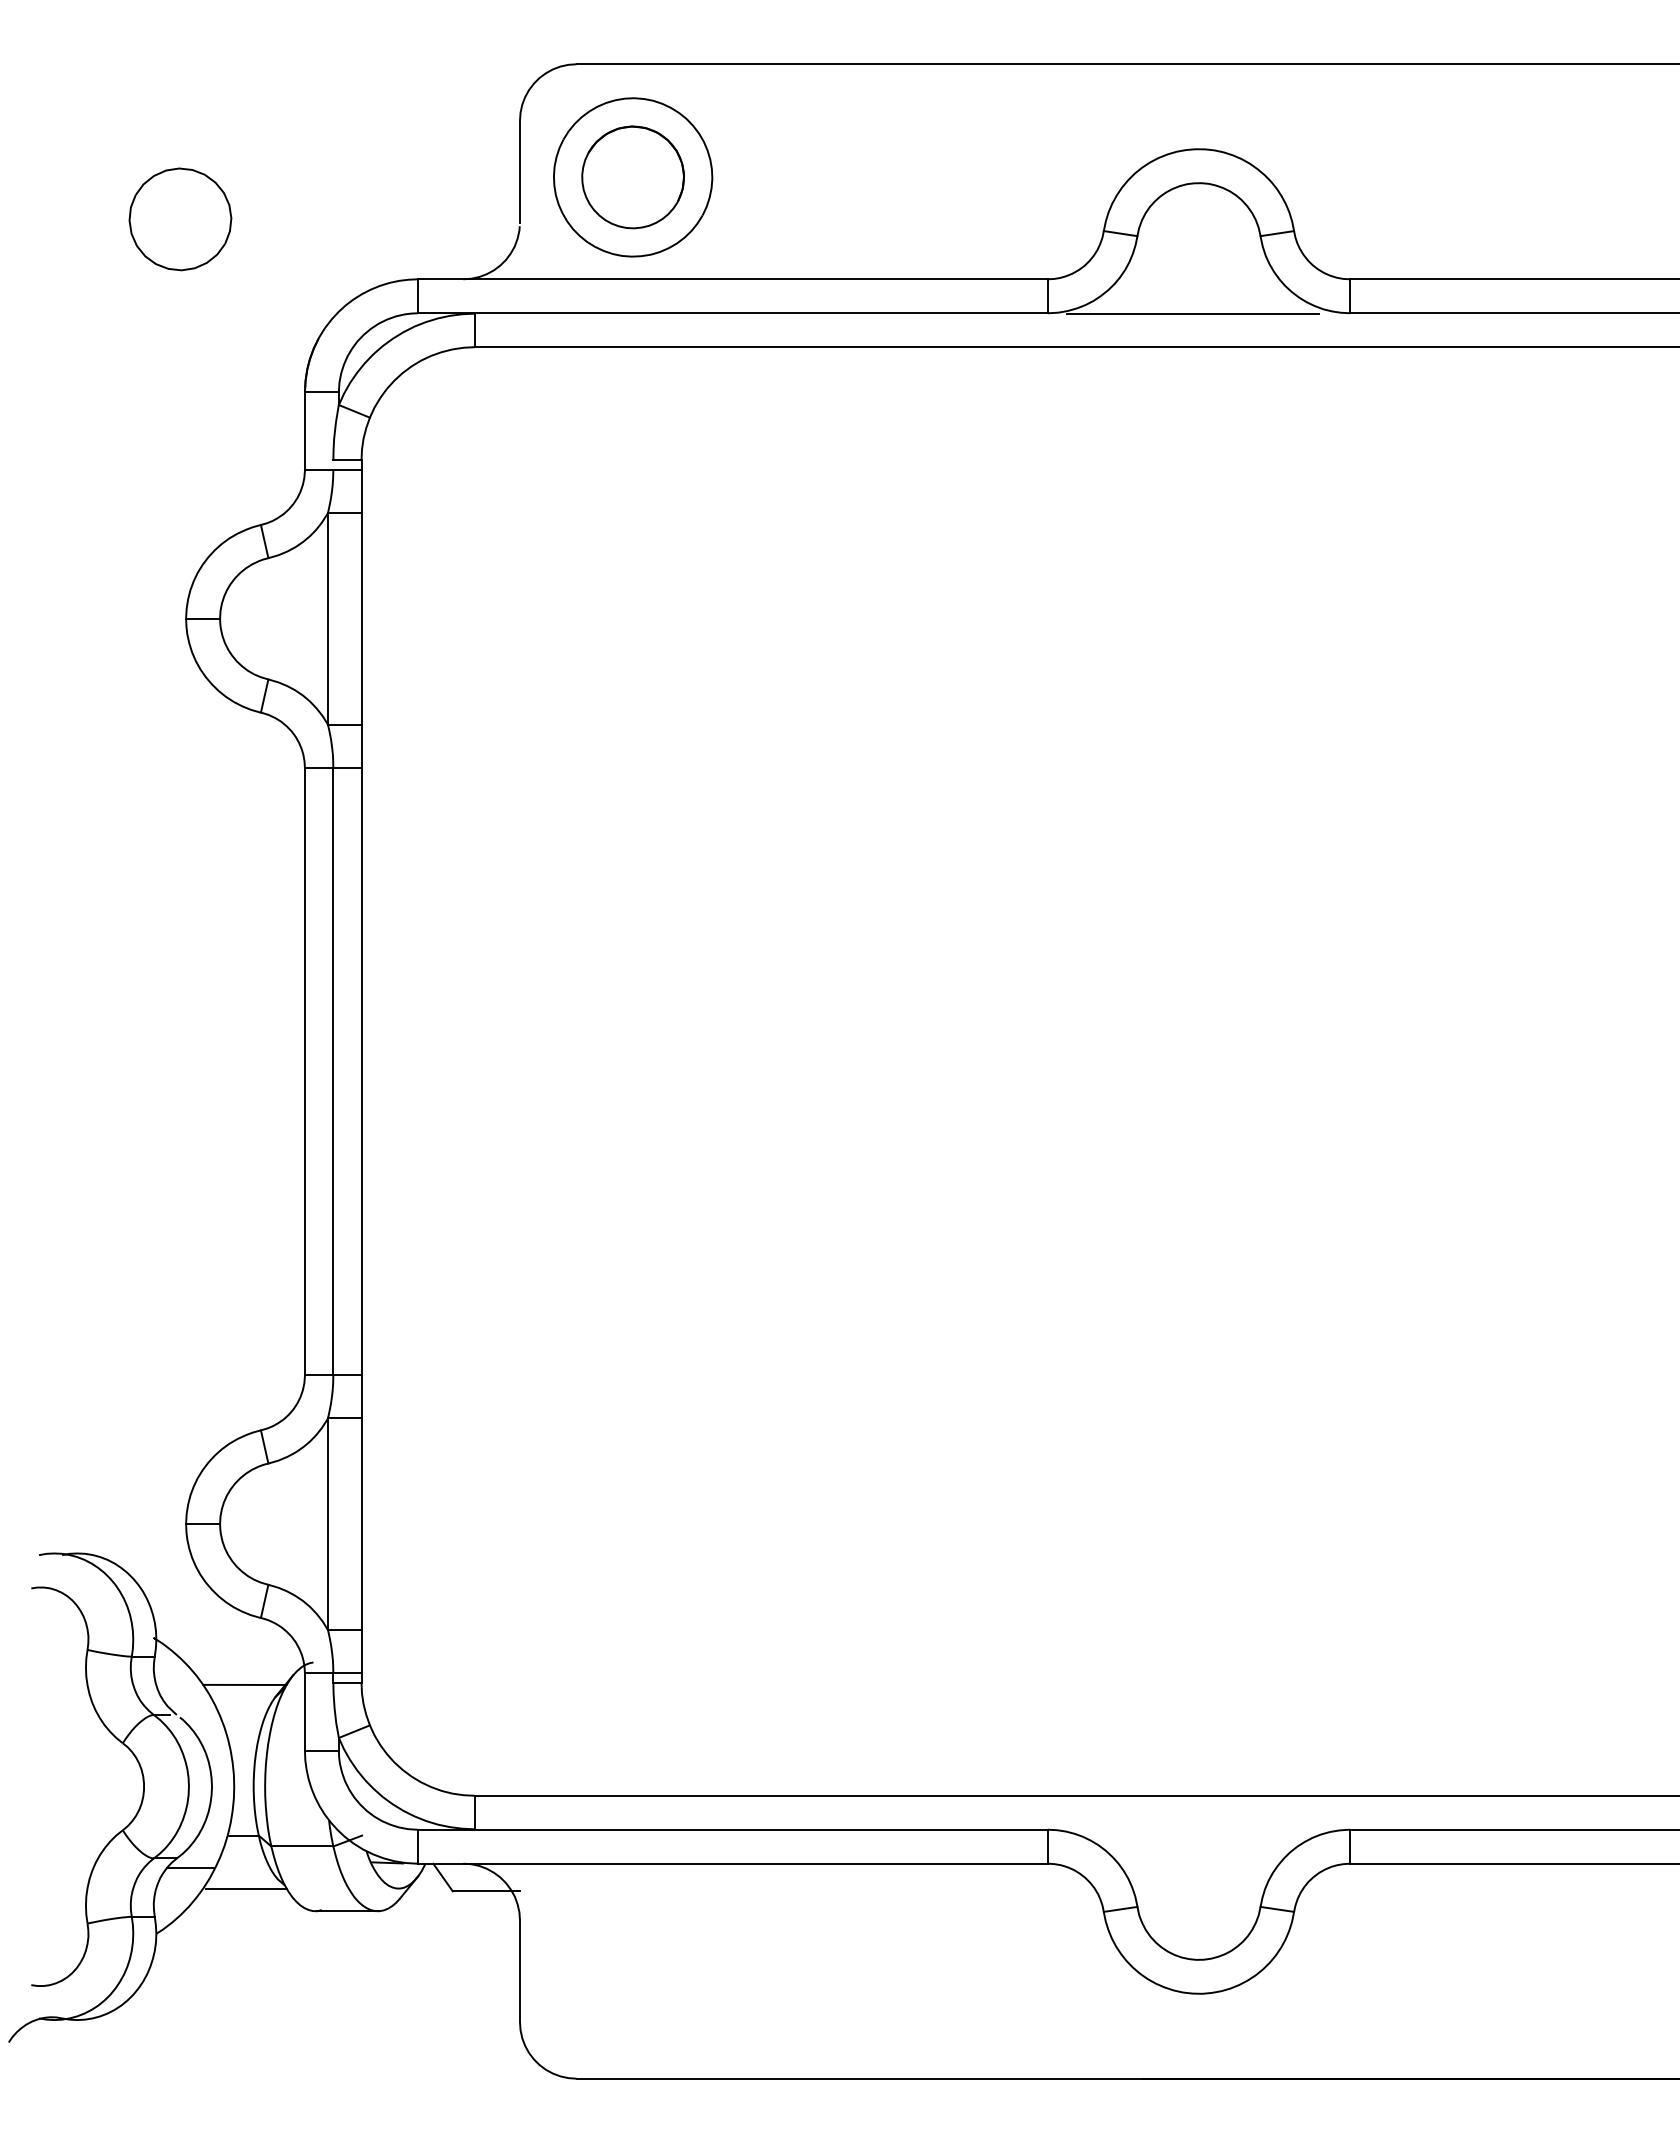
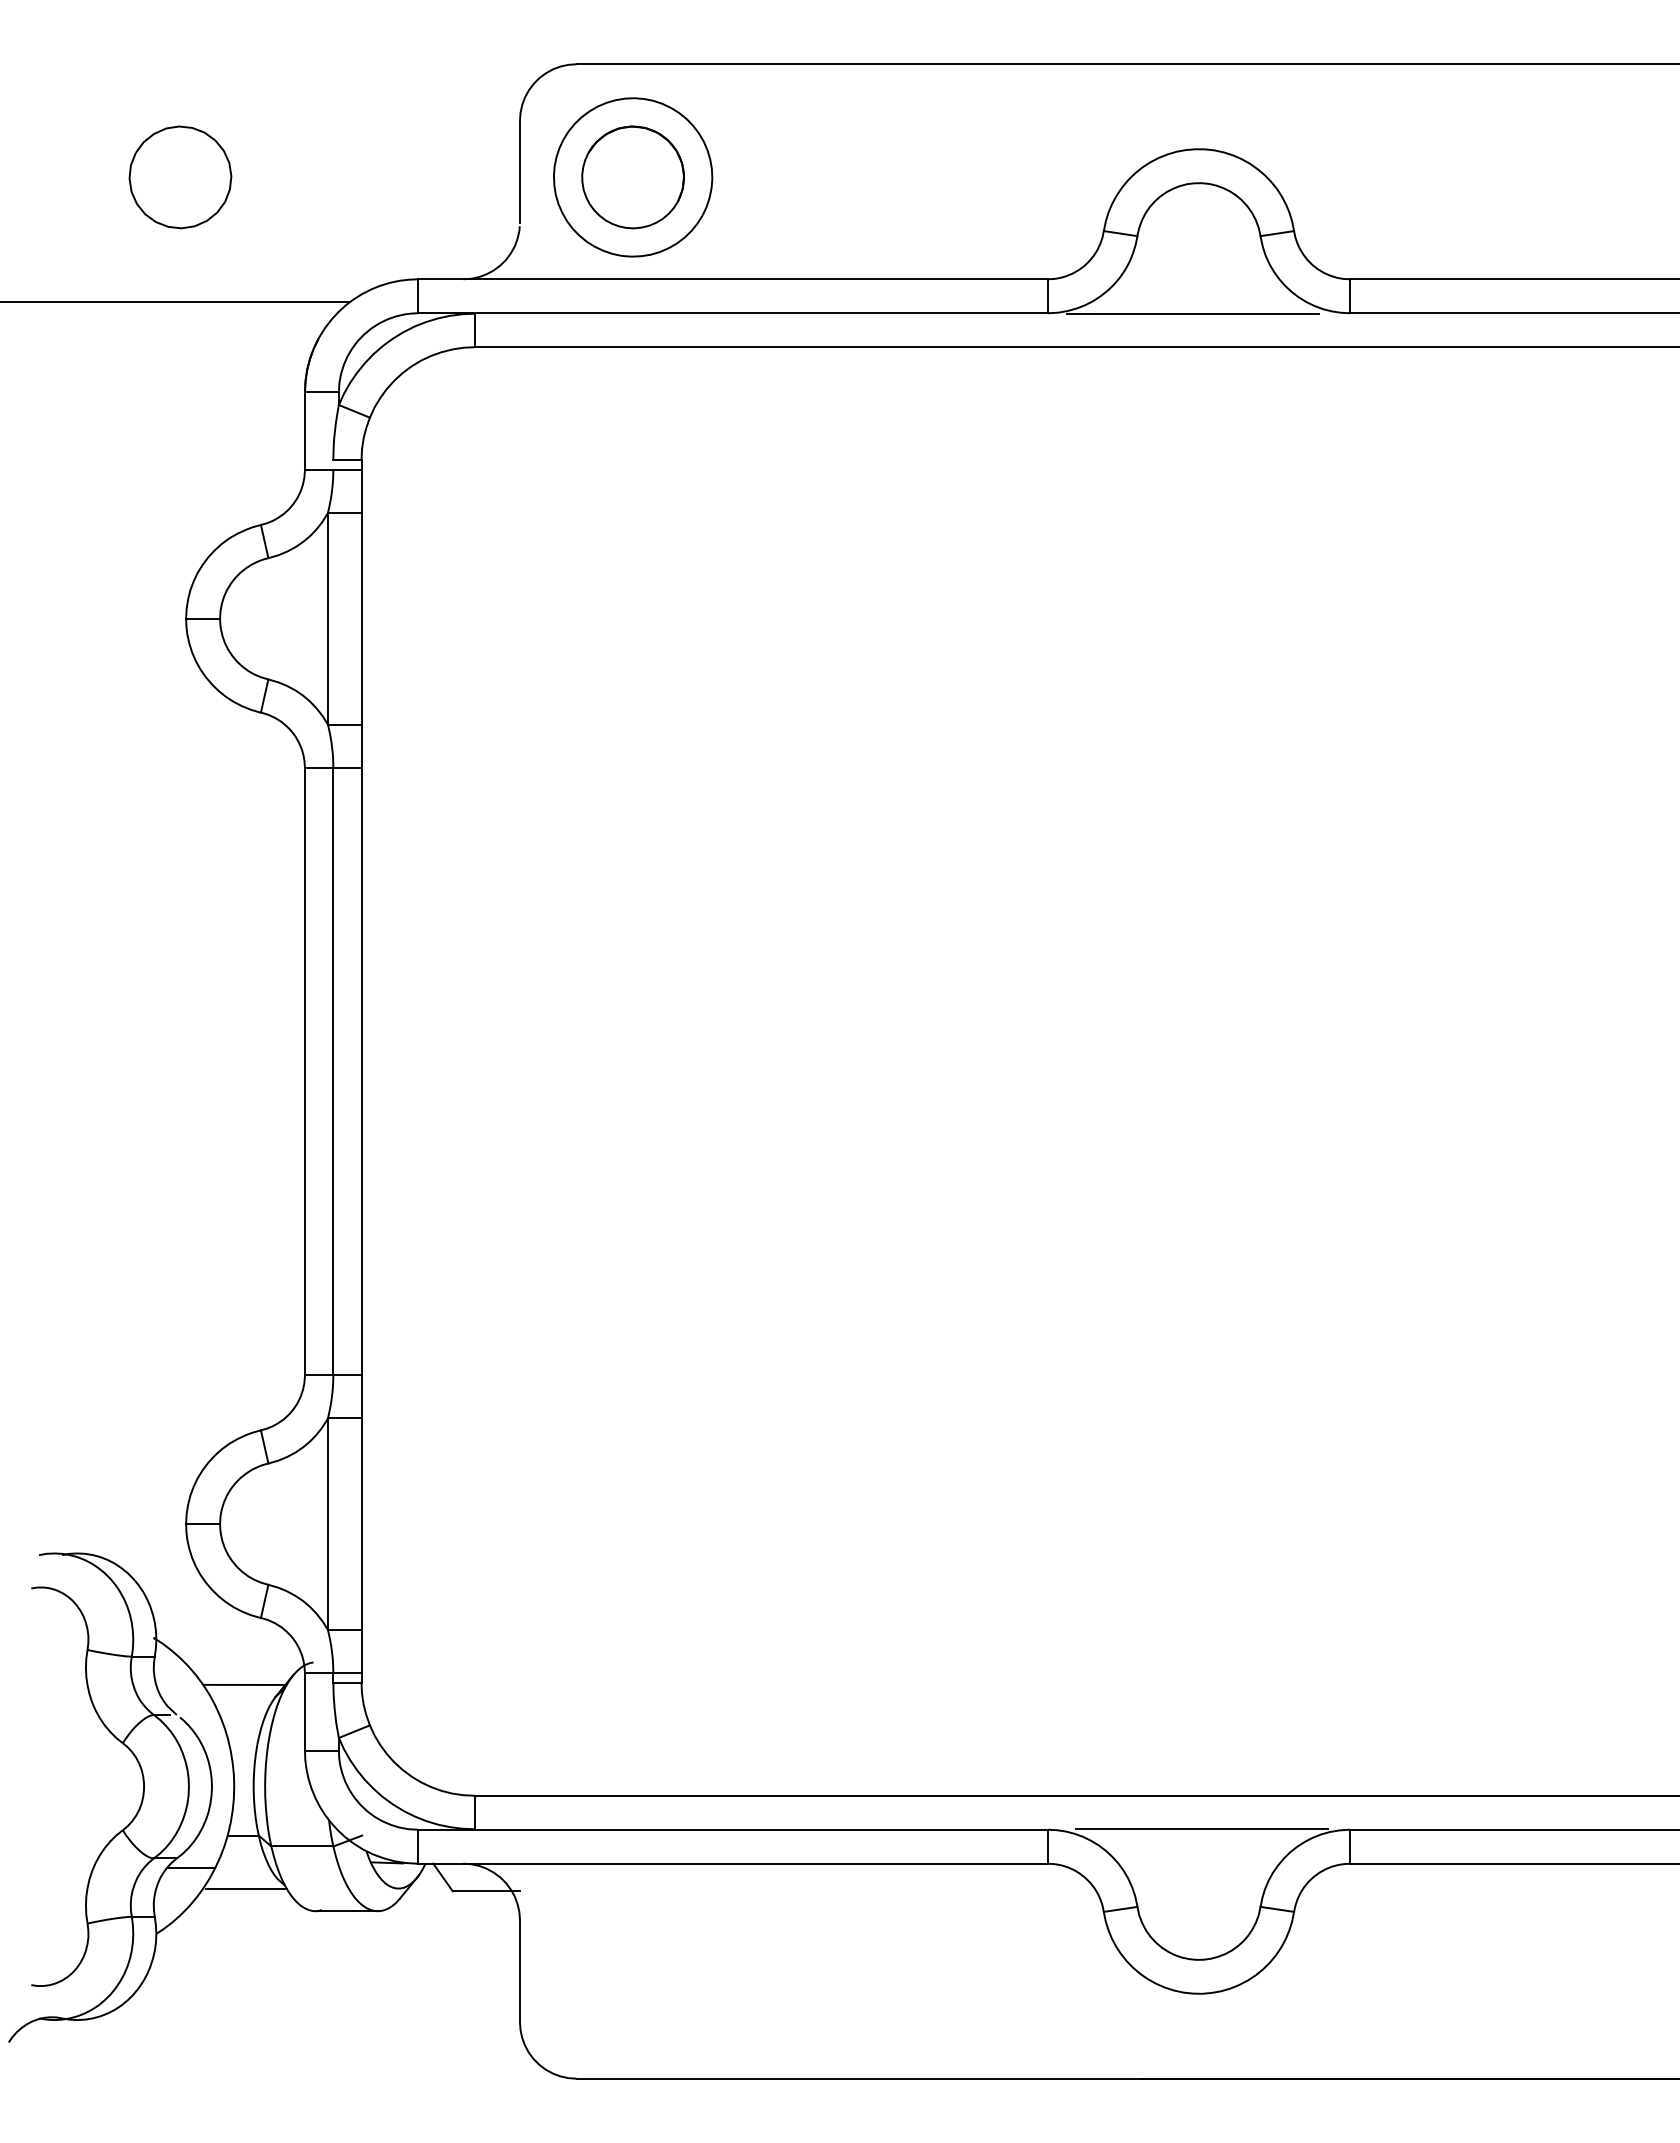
part at (180, 219) position: (180, 219) -> (180, 177)
line at (175, 301): none -> present
line at (1201, 1829): none -> present
